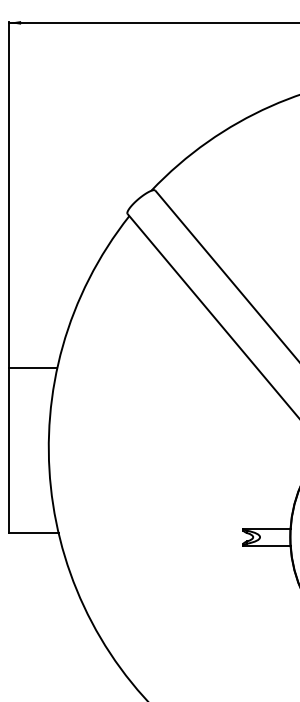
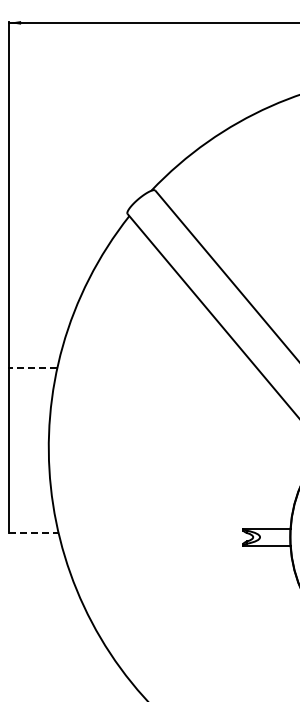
line at (32, 367): solid -> dashed
line at (33, 533): solid -> dashed
